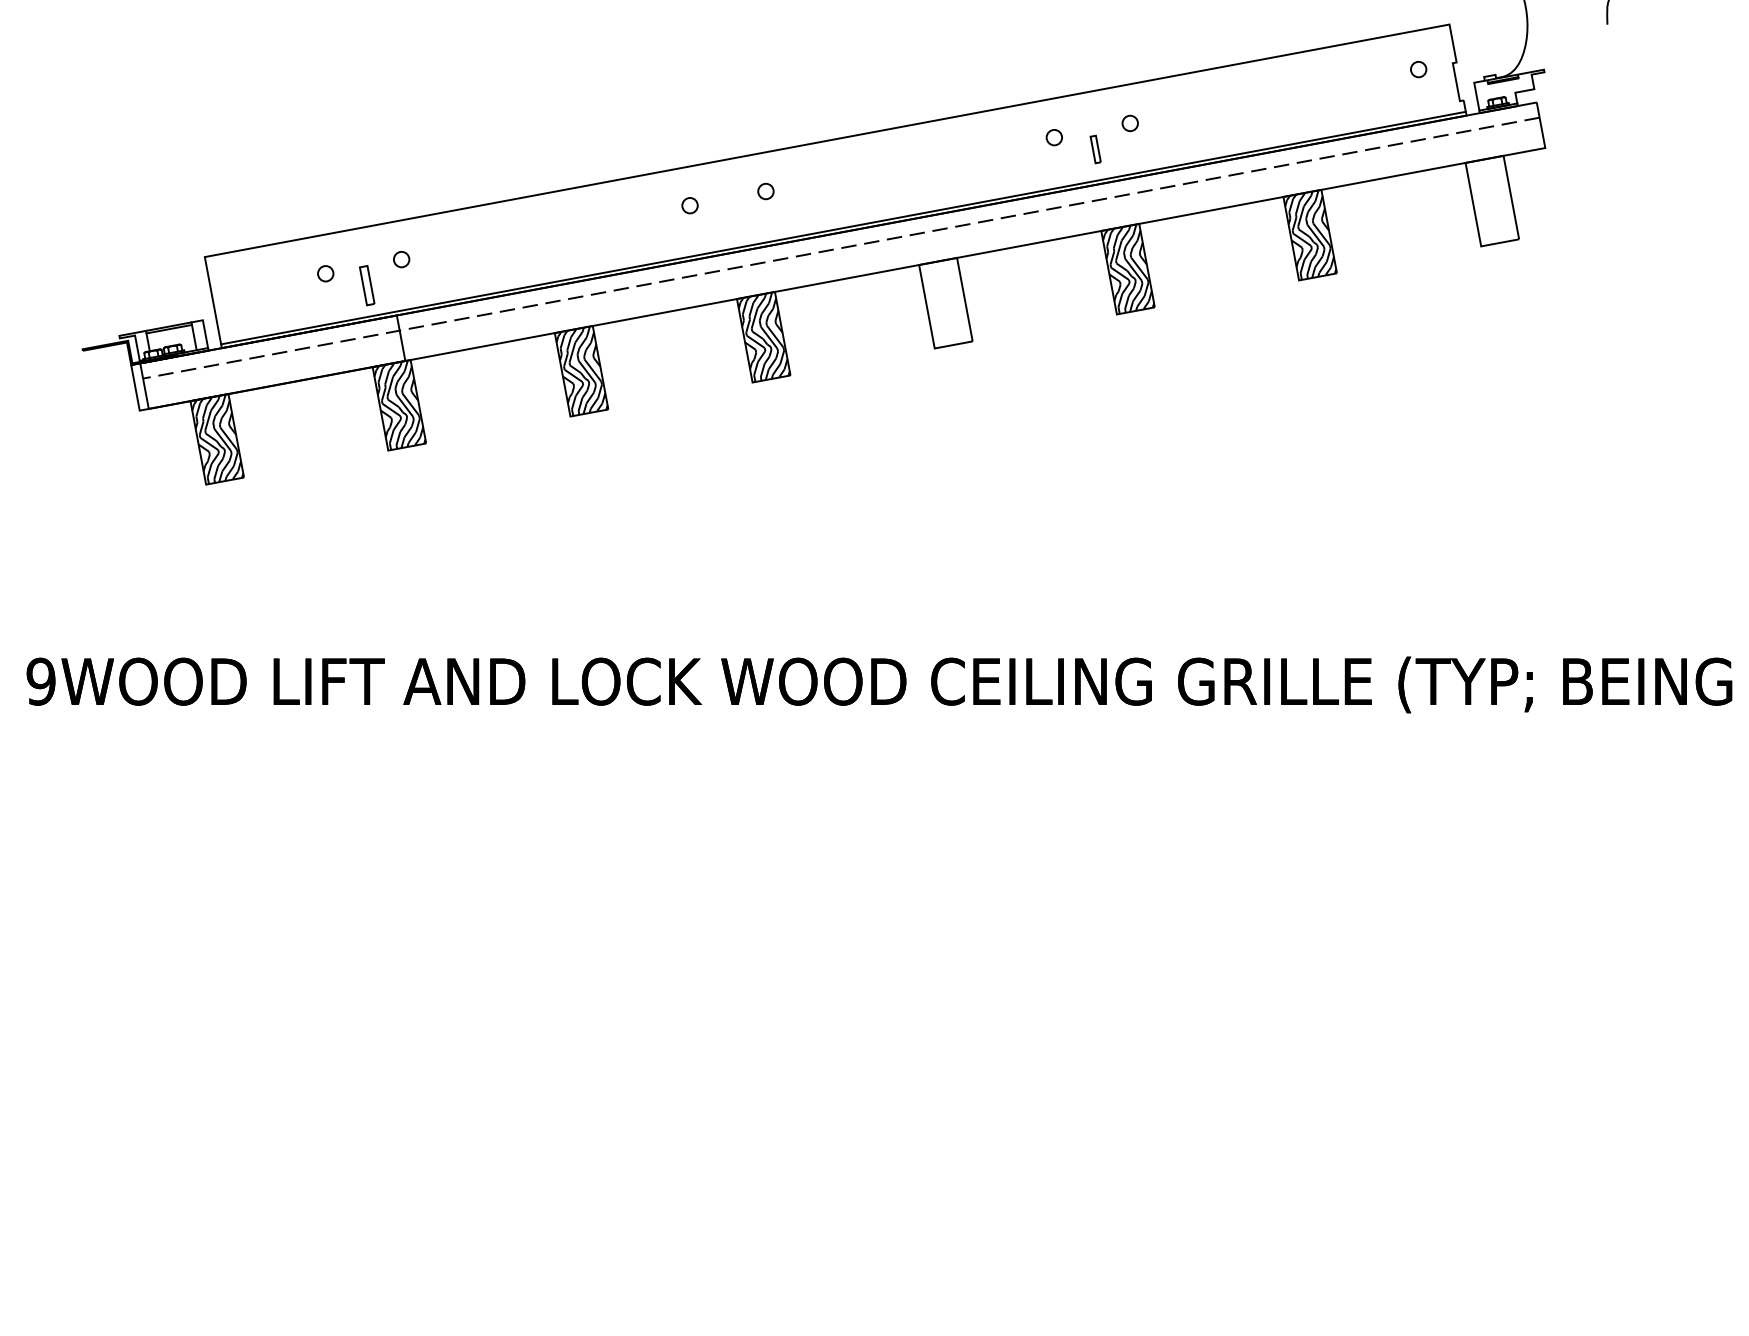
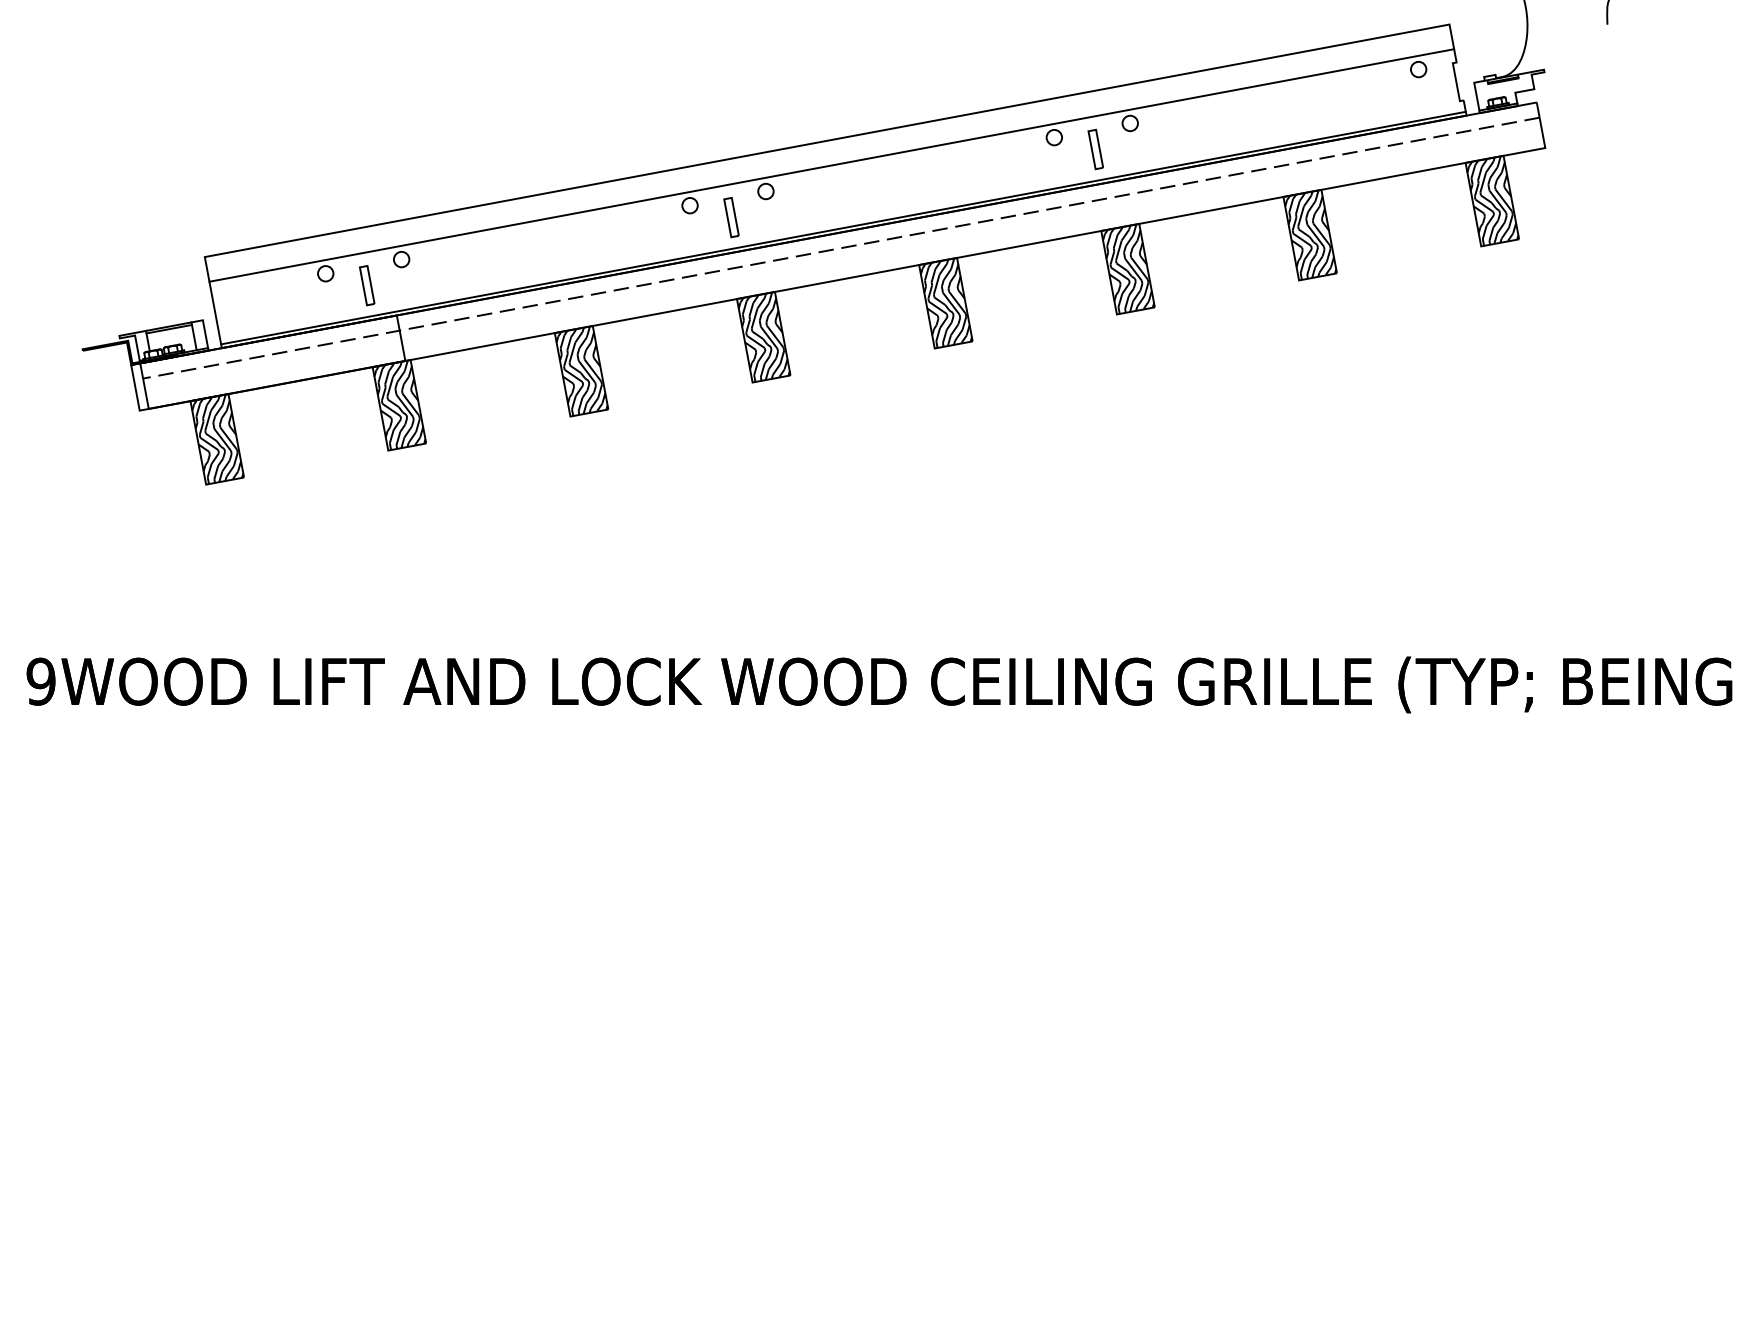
part at (1095, 149) size: 13x31 px -> 17x43 px
line at (831, 165): none -> present
hatch at (1492, 200): none -> present
part at (731, 217): none -> present
hatch at (945, 303): none -> present
